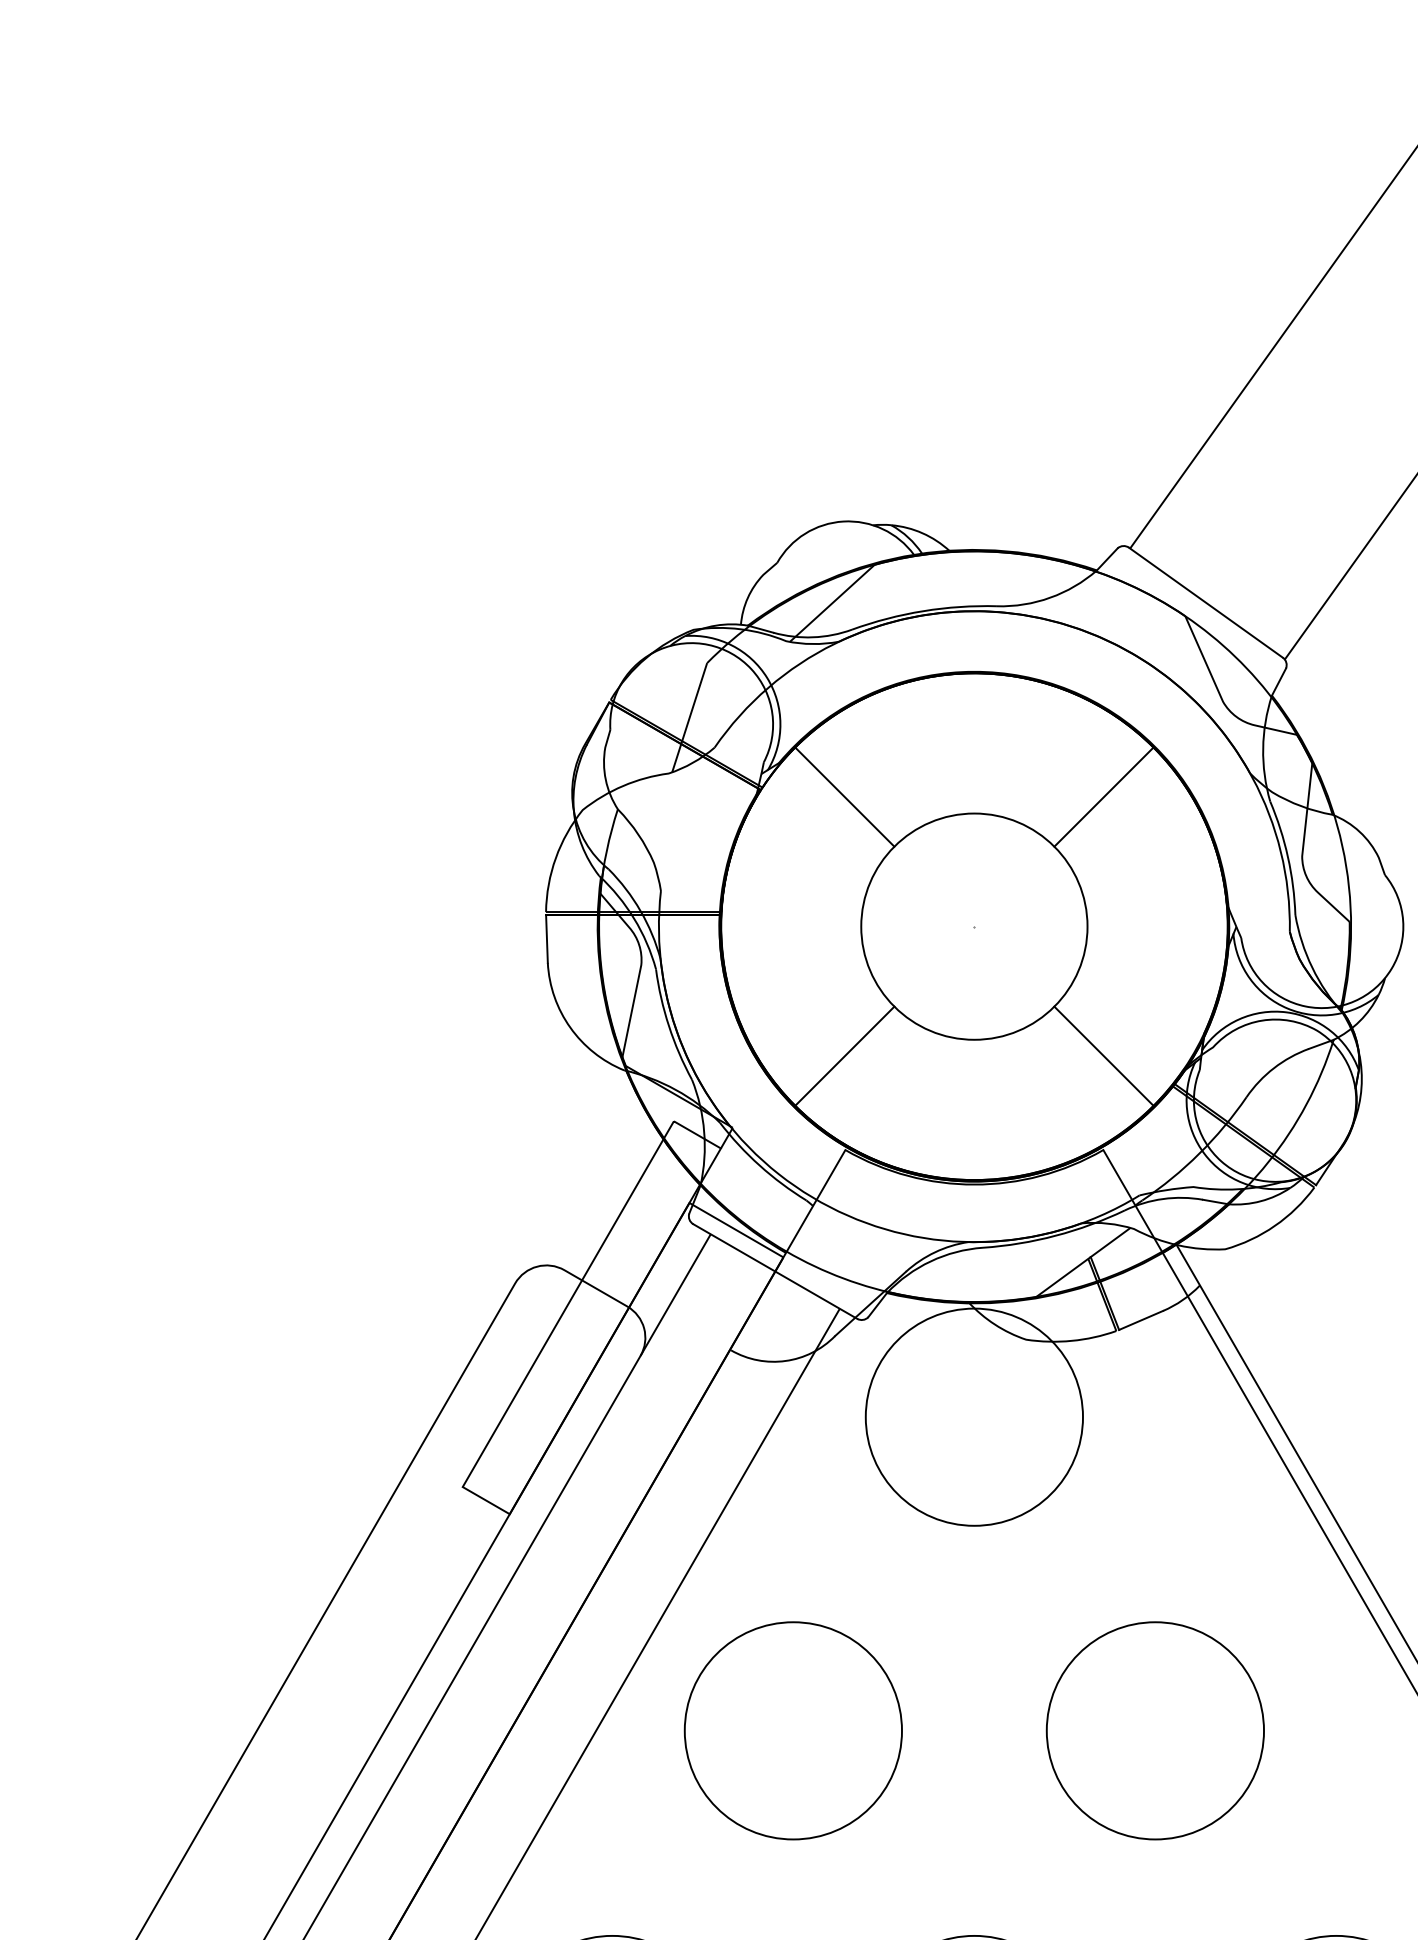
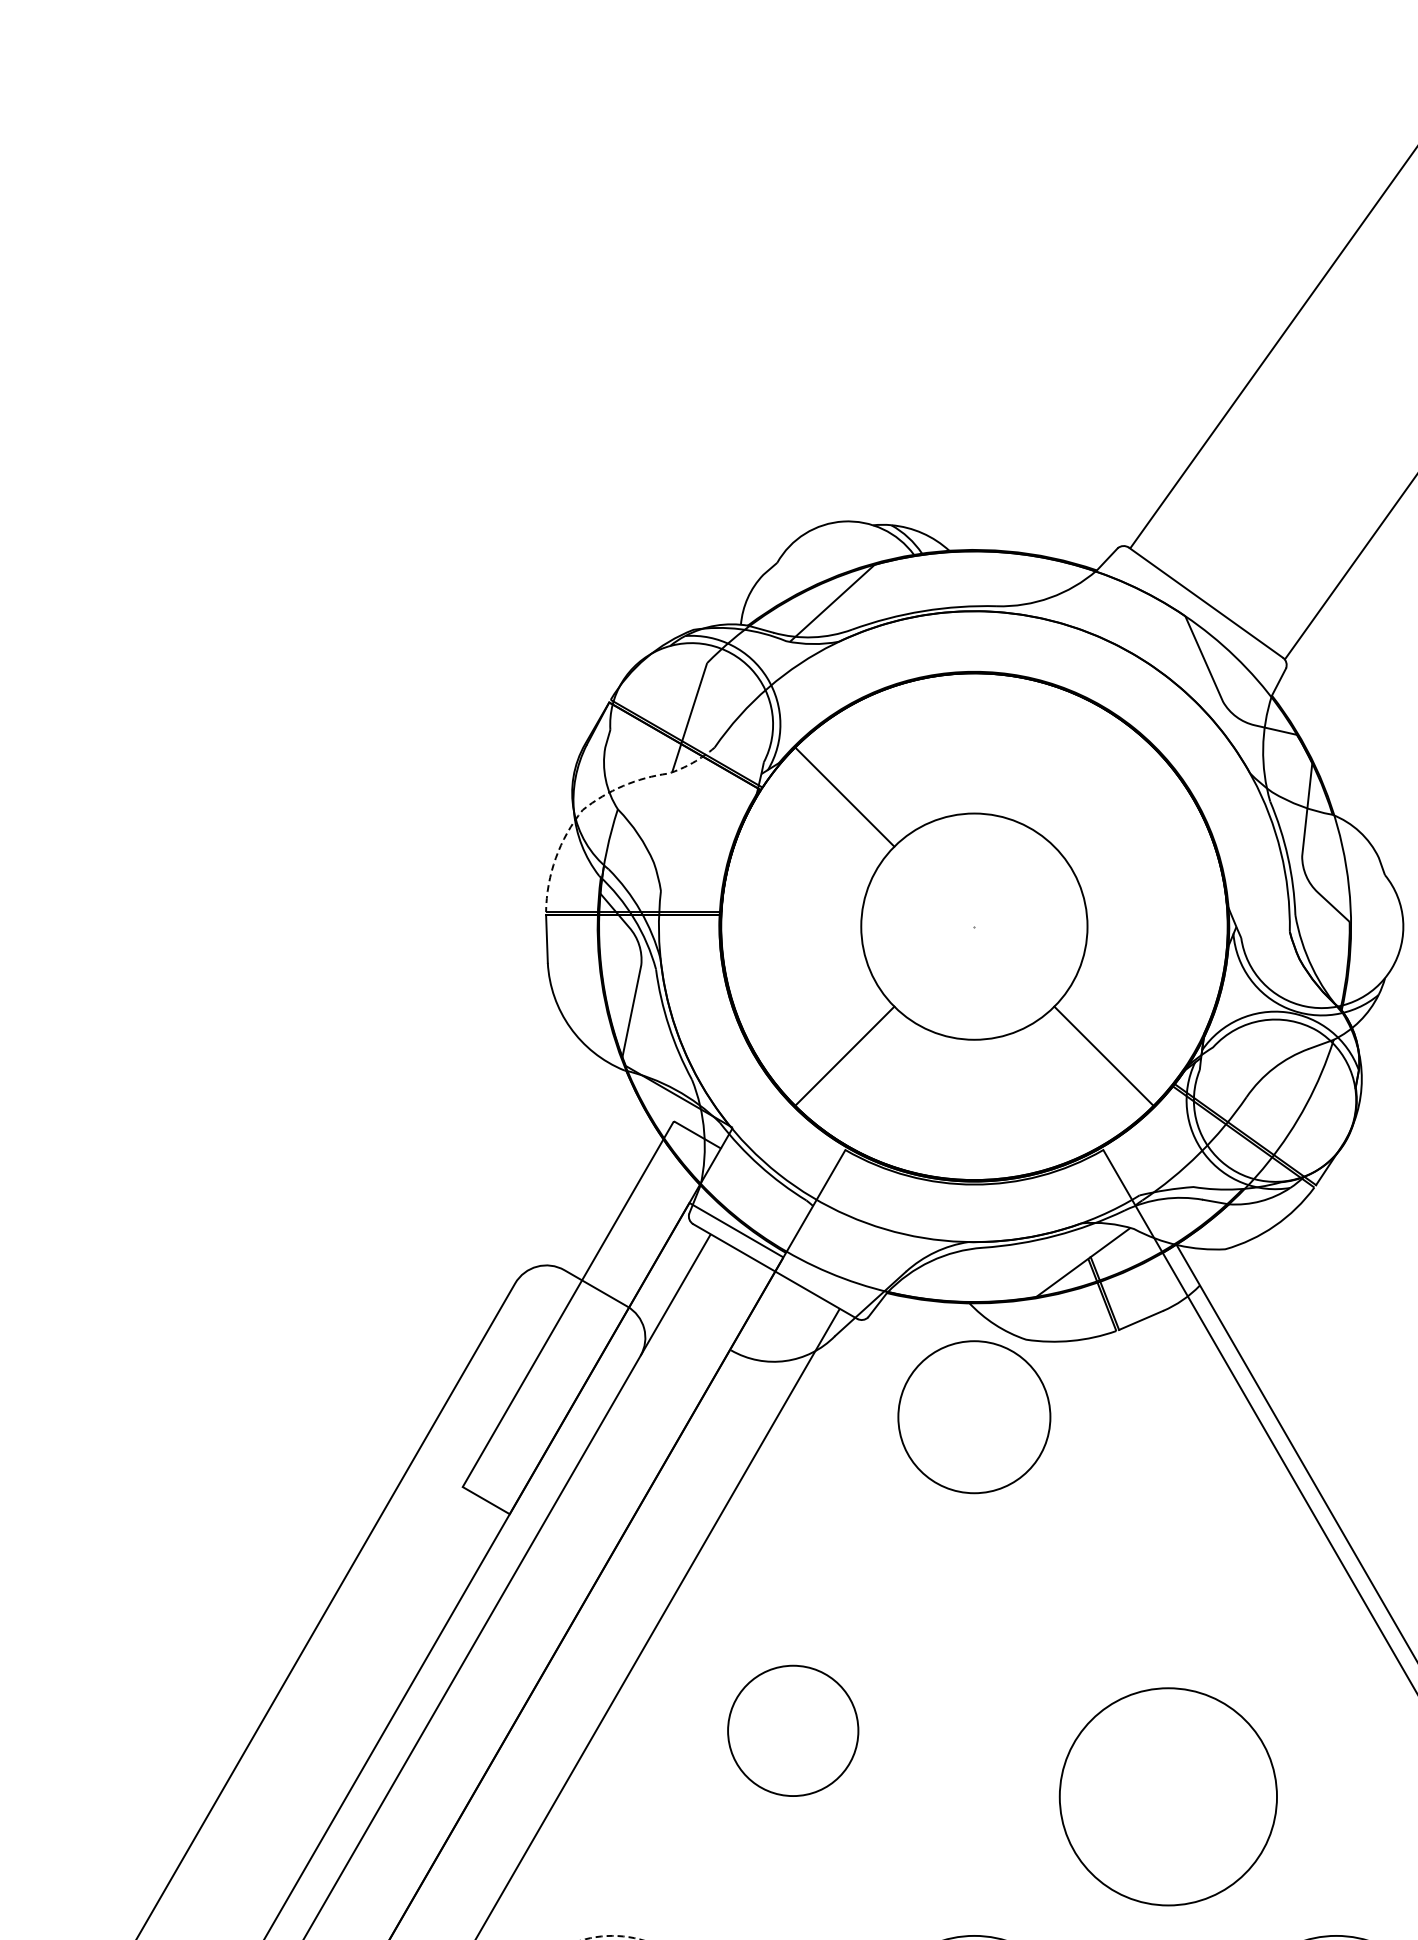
line at (1103, 796): present -> none
line at (598, 798): solid -> dashed
circle at (973, 1416) diameter: 217 px -> 152 px
circle at (792, 1730) size: 220x220 px -> 133x133 px
circle at (1154, 1730) position: (1154, 1730) -> (1167, 1796)
circle at (611, 1937): solid -> dashed
